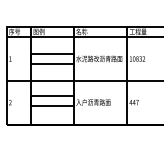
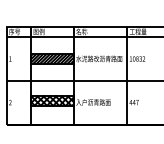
hatch at (52, 58): none -> present
hatch at (52, 100): none -> present
